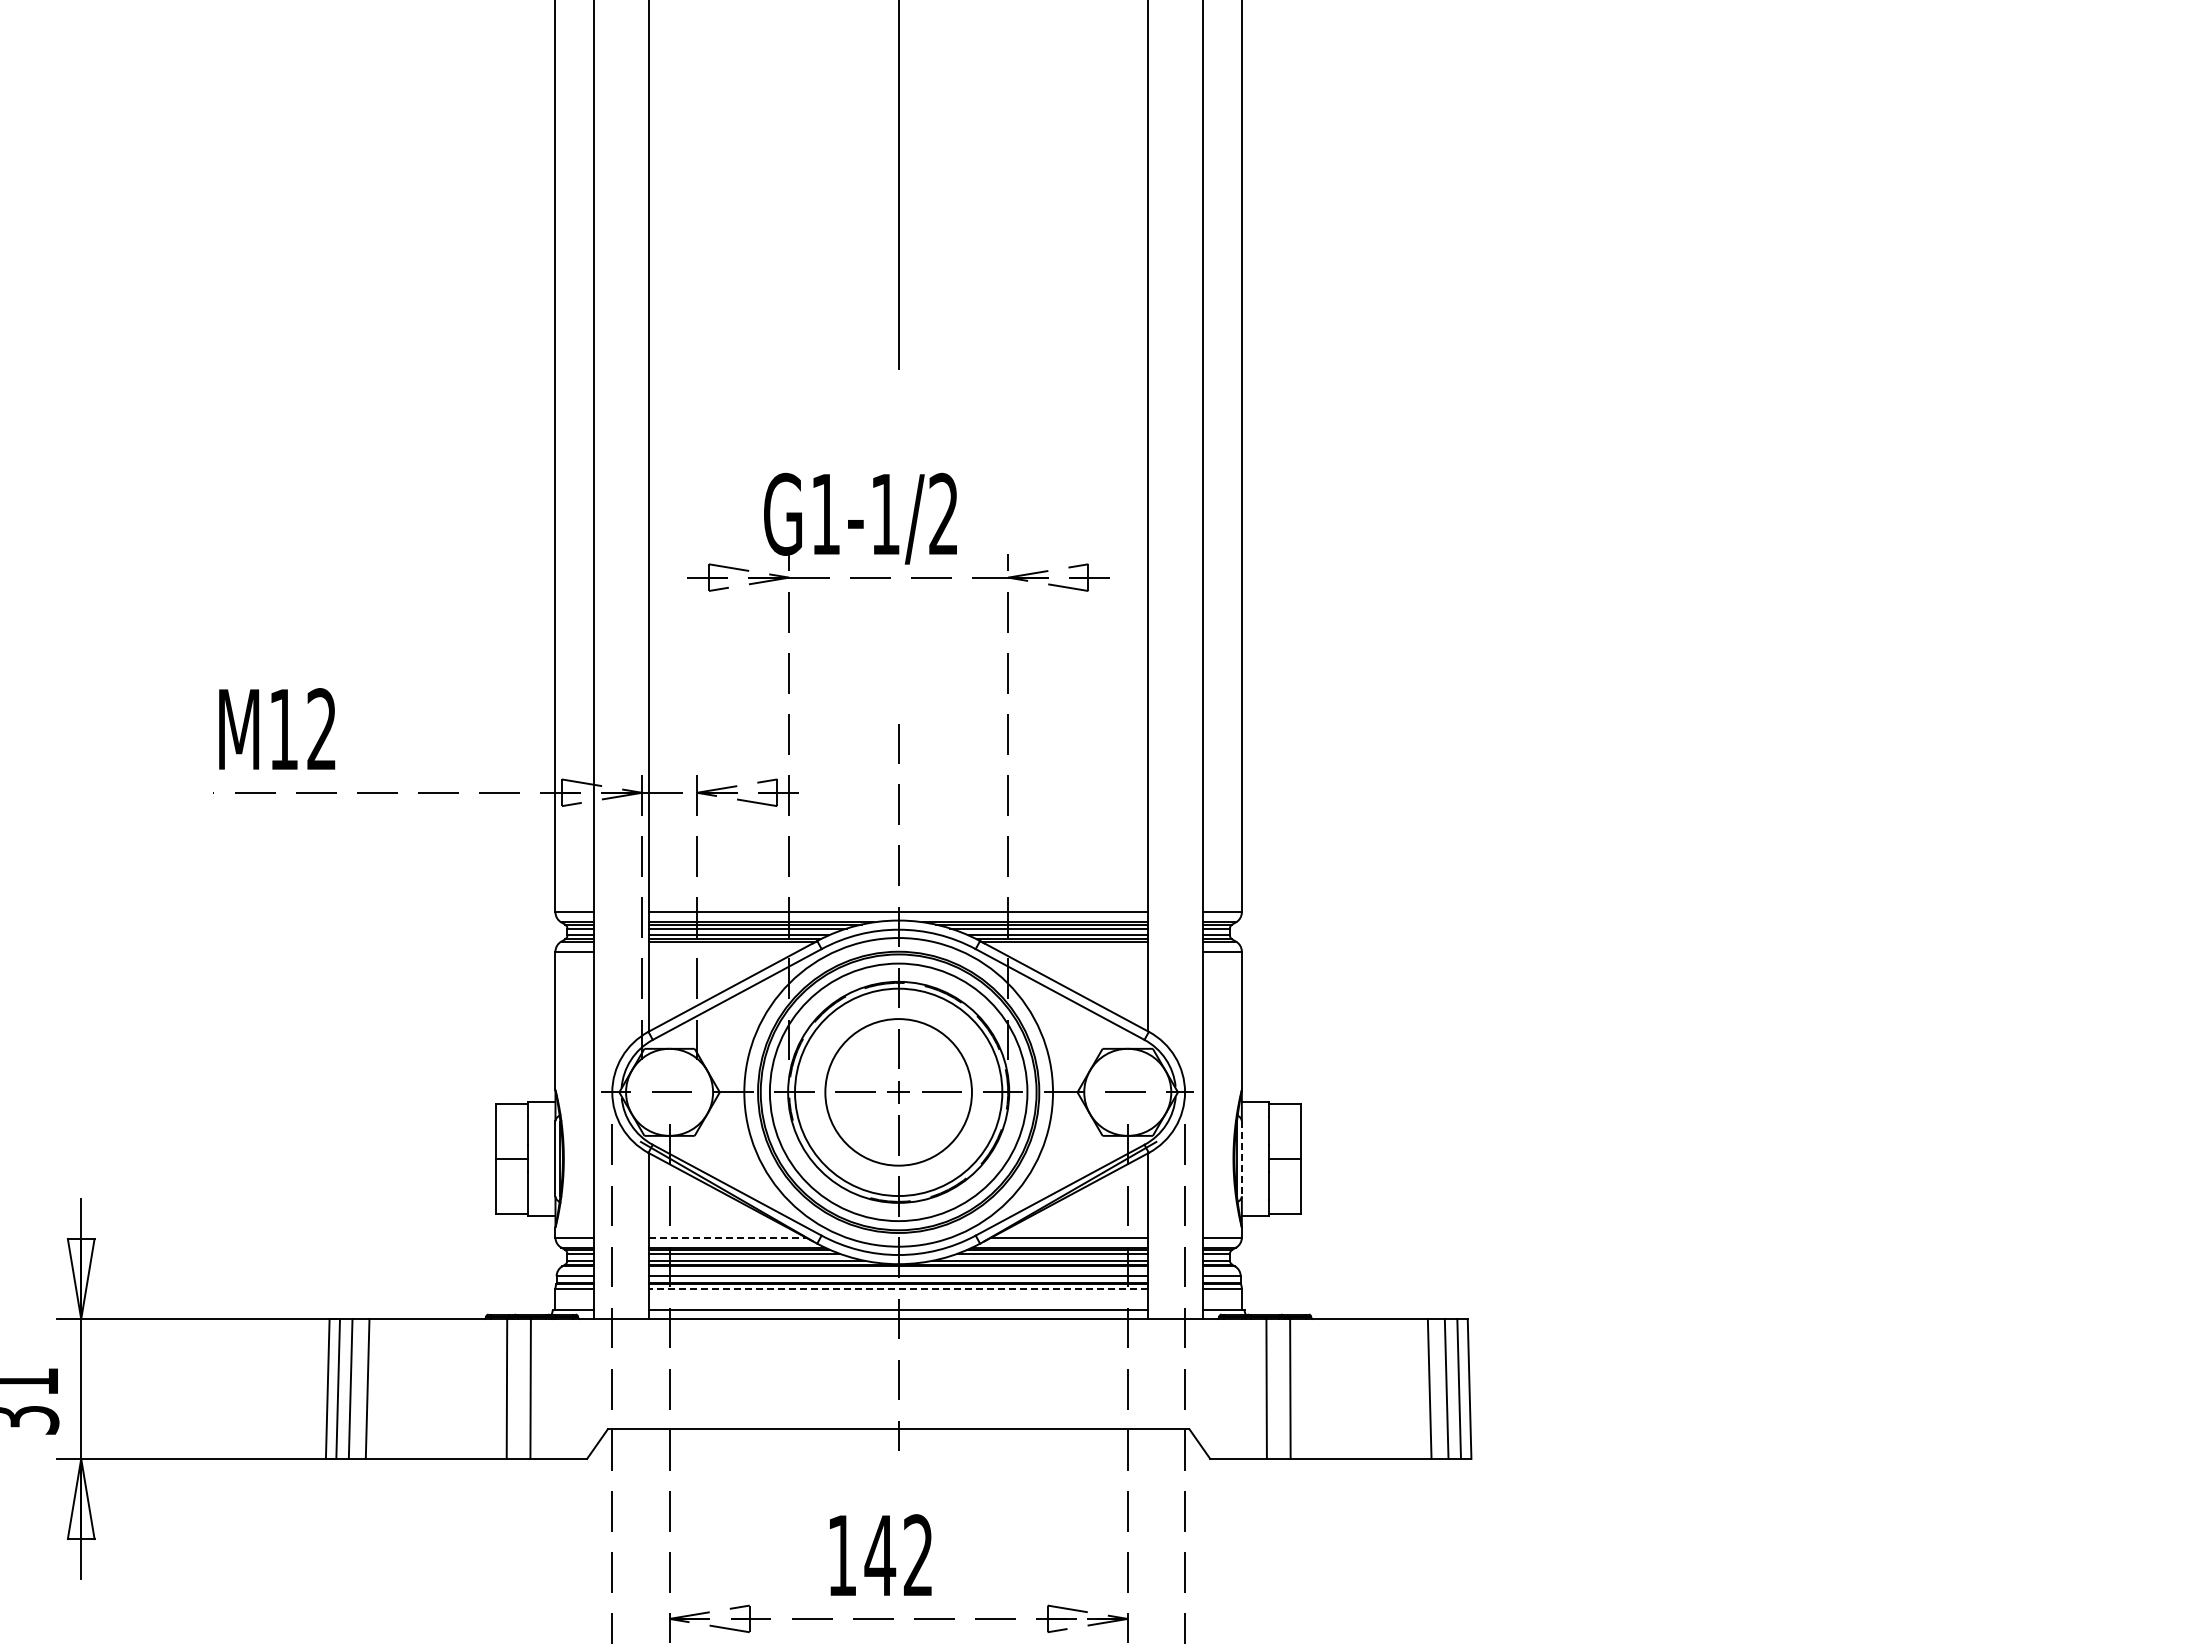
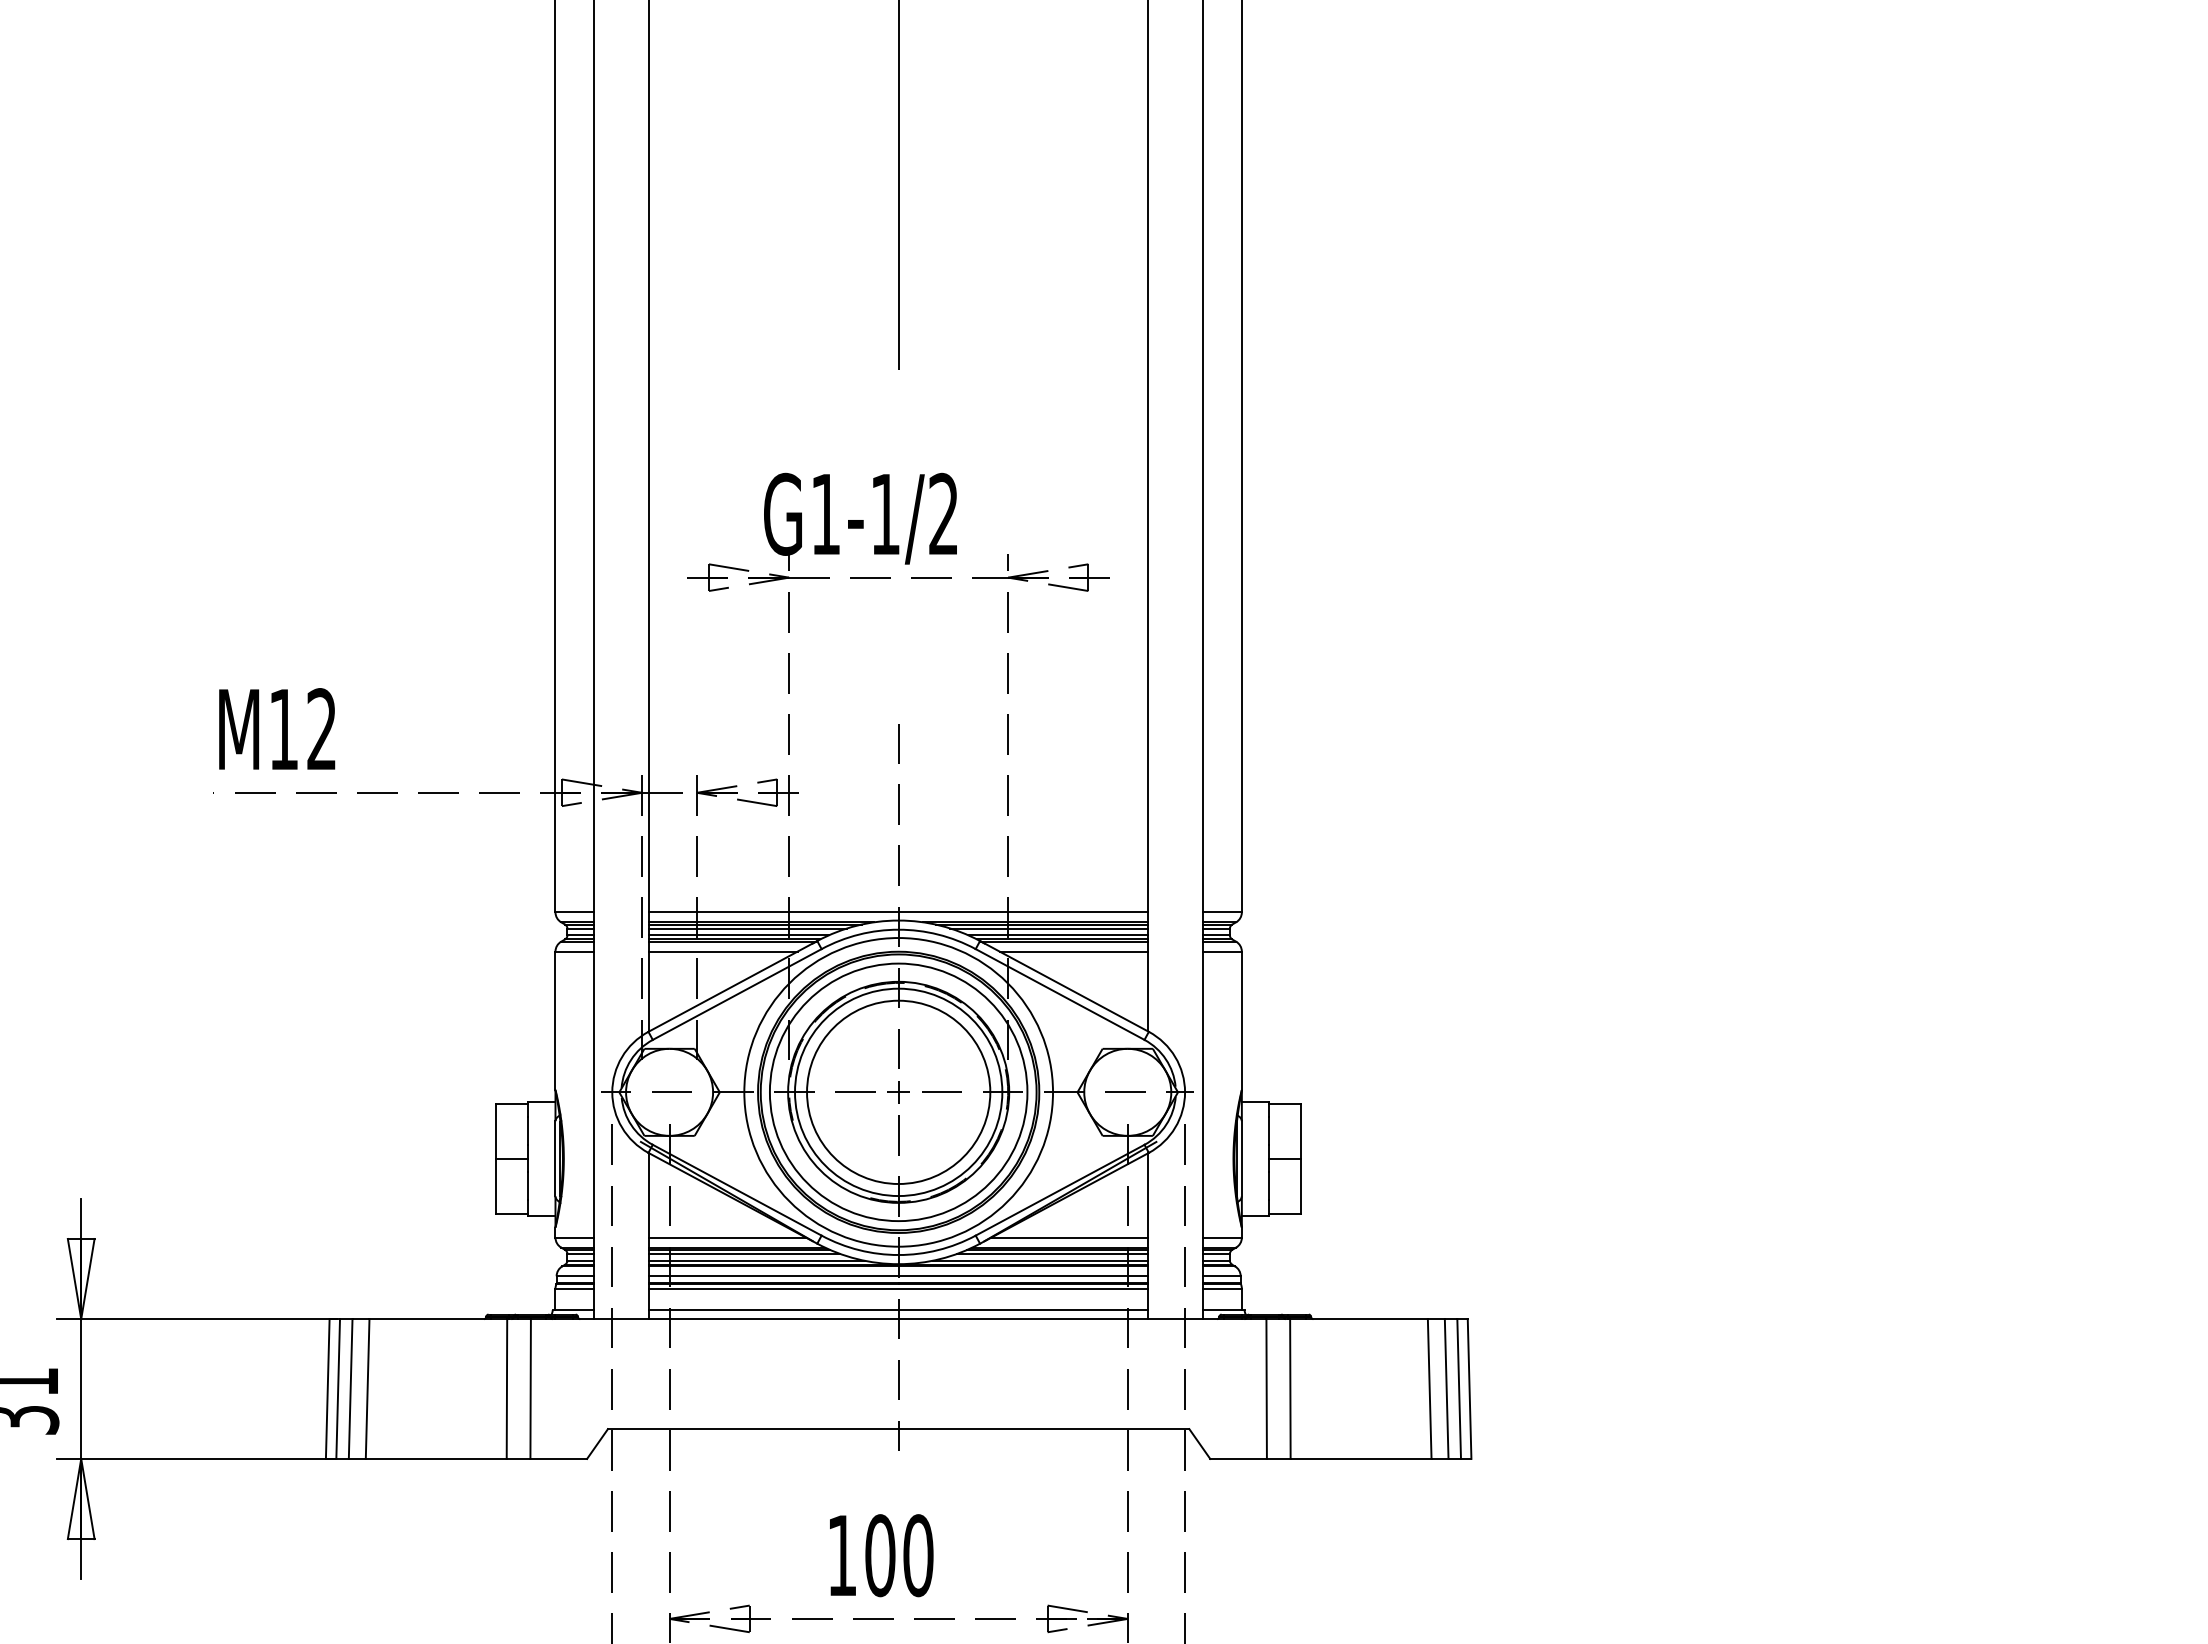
line at (723, 951): none -> present
line at (1073, 951): none -> present
circle at (898, 1092) diameter: 147 px -> 183 px
line at (1241, 1158): dashed -> solid
line at (727, 1237): dashed -> solid
line at (898, 1288): dashed -> solid
text at (898, 1555): 142 -> 100
